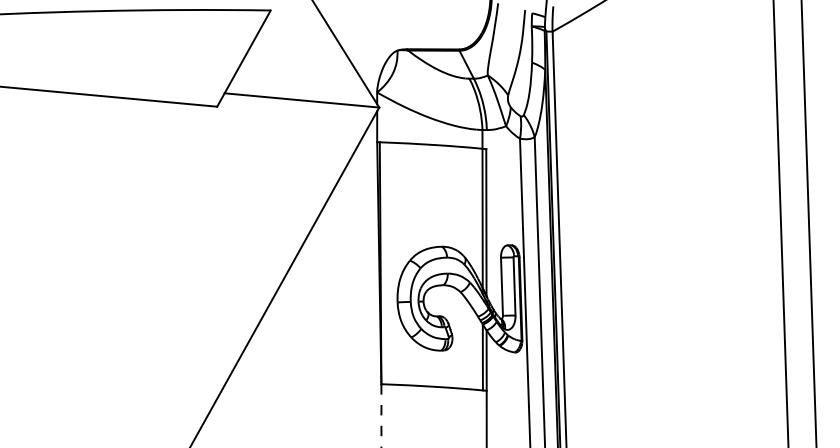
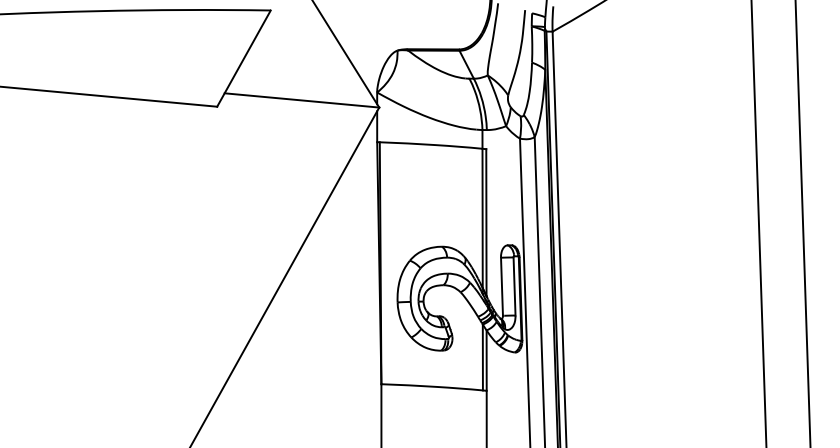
line at (780, 223) position: (780, 223) -> (758, 223)
line at (808, 223) position: (808, 223) -> (802, 223)
line at (381, 415): dashed -> solid
